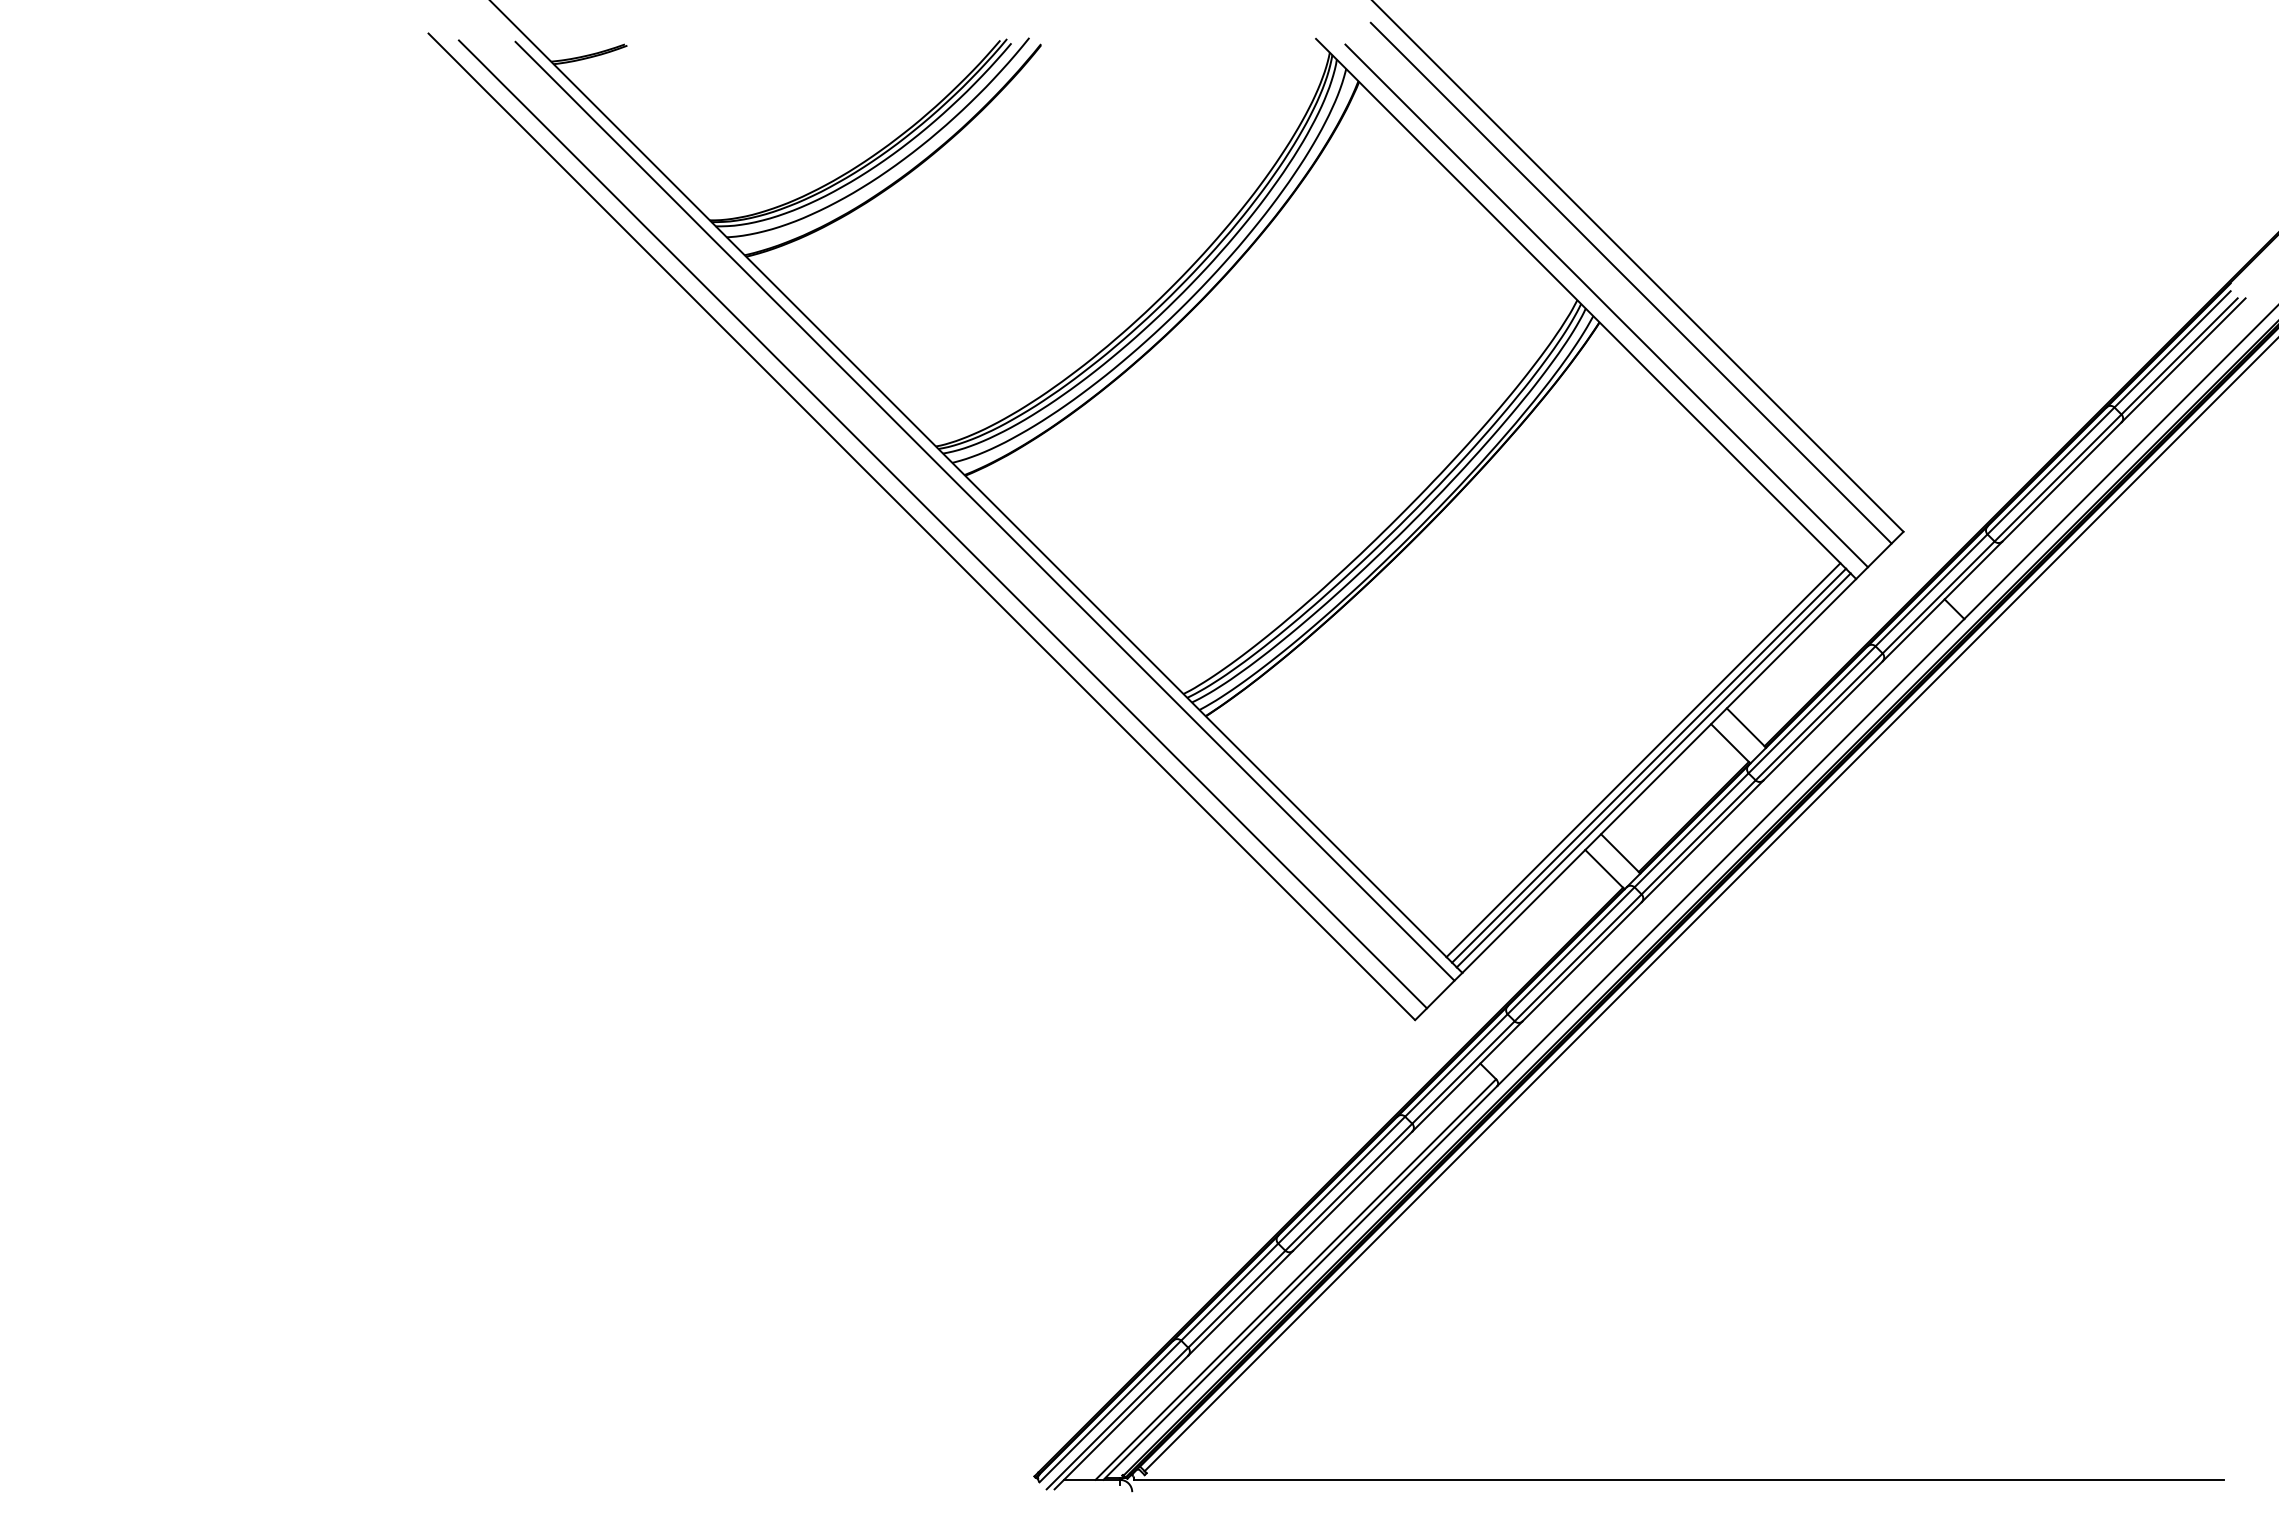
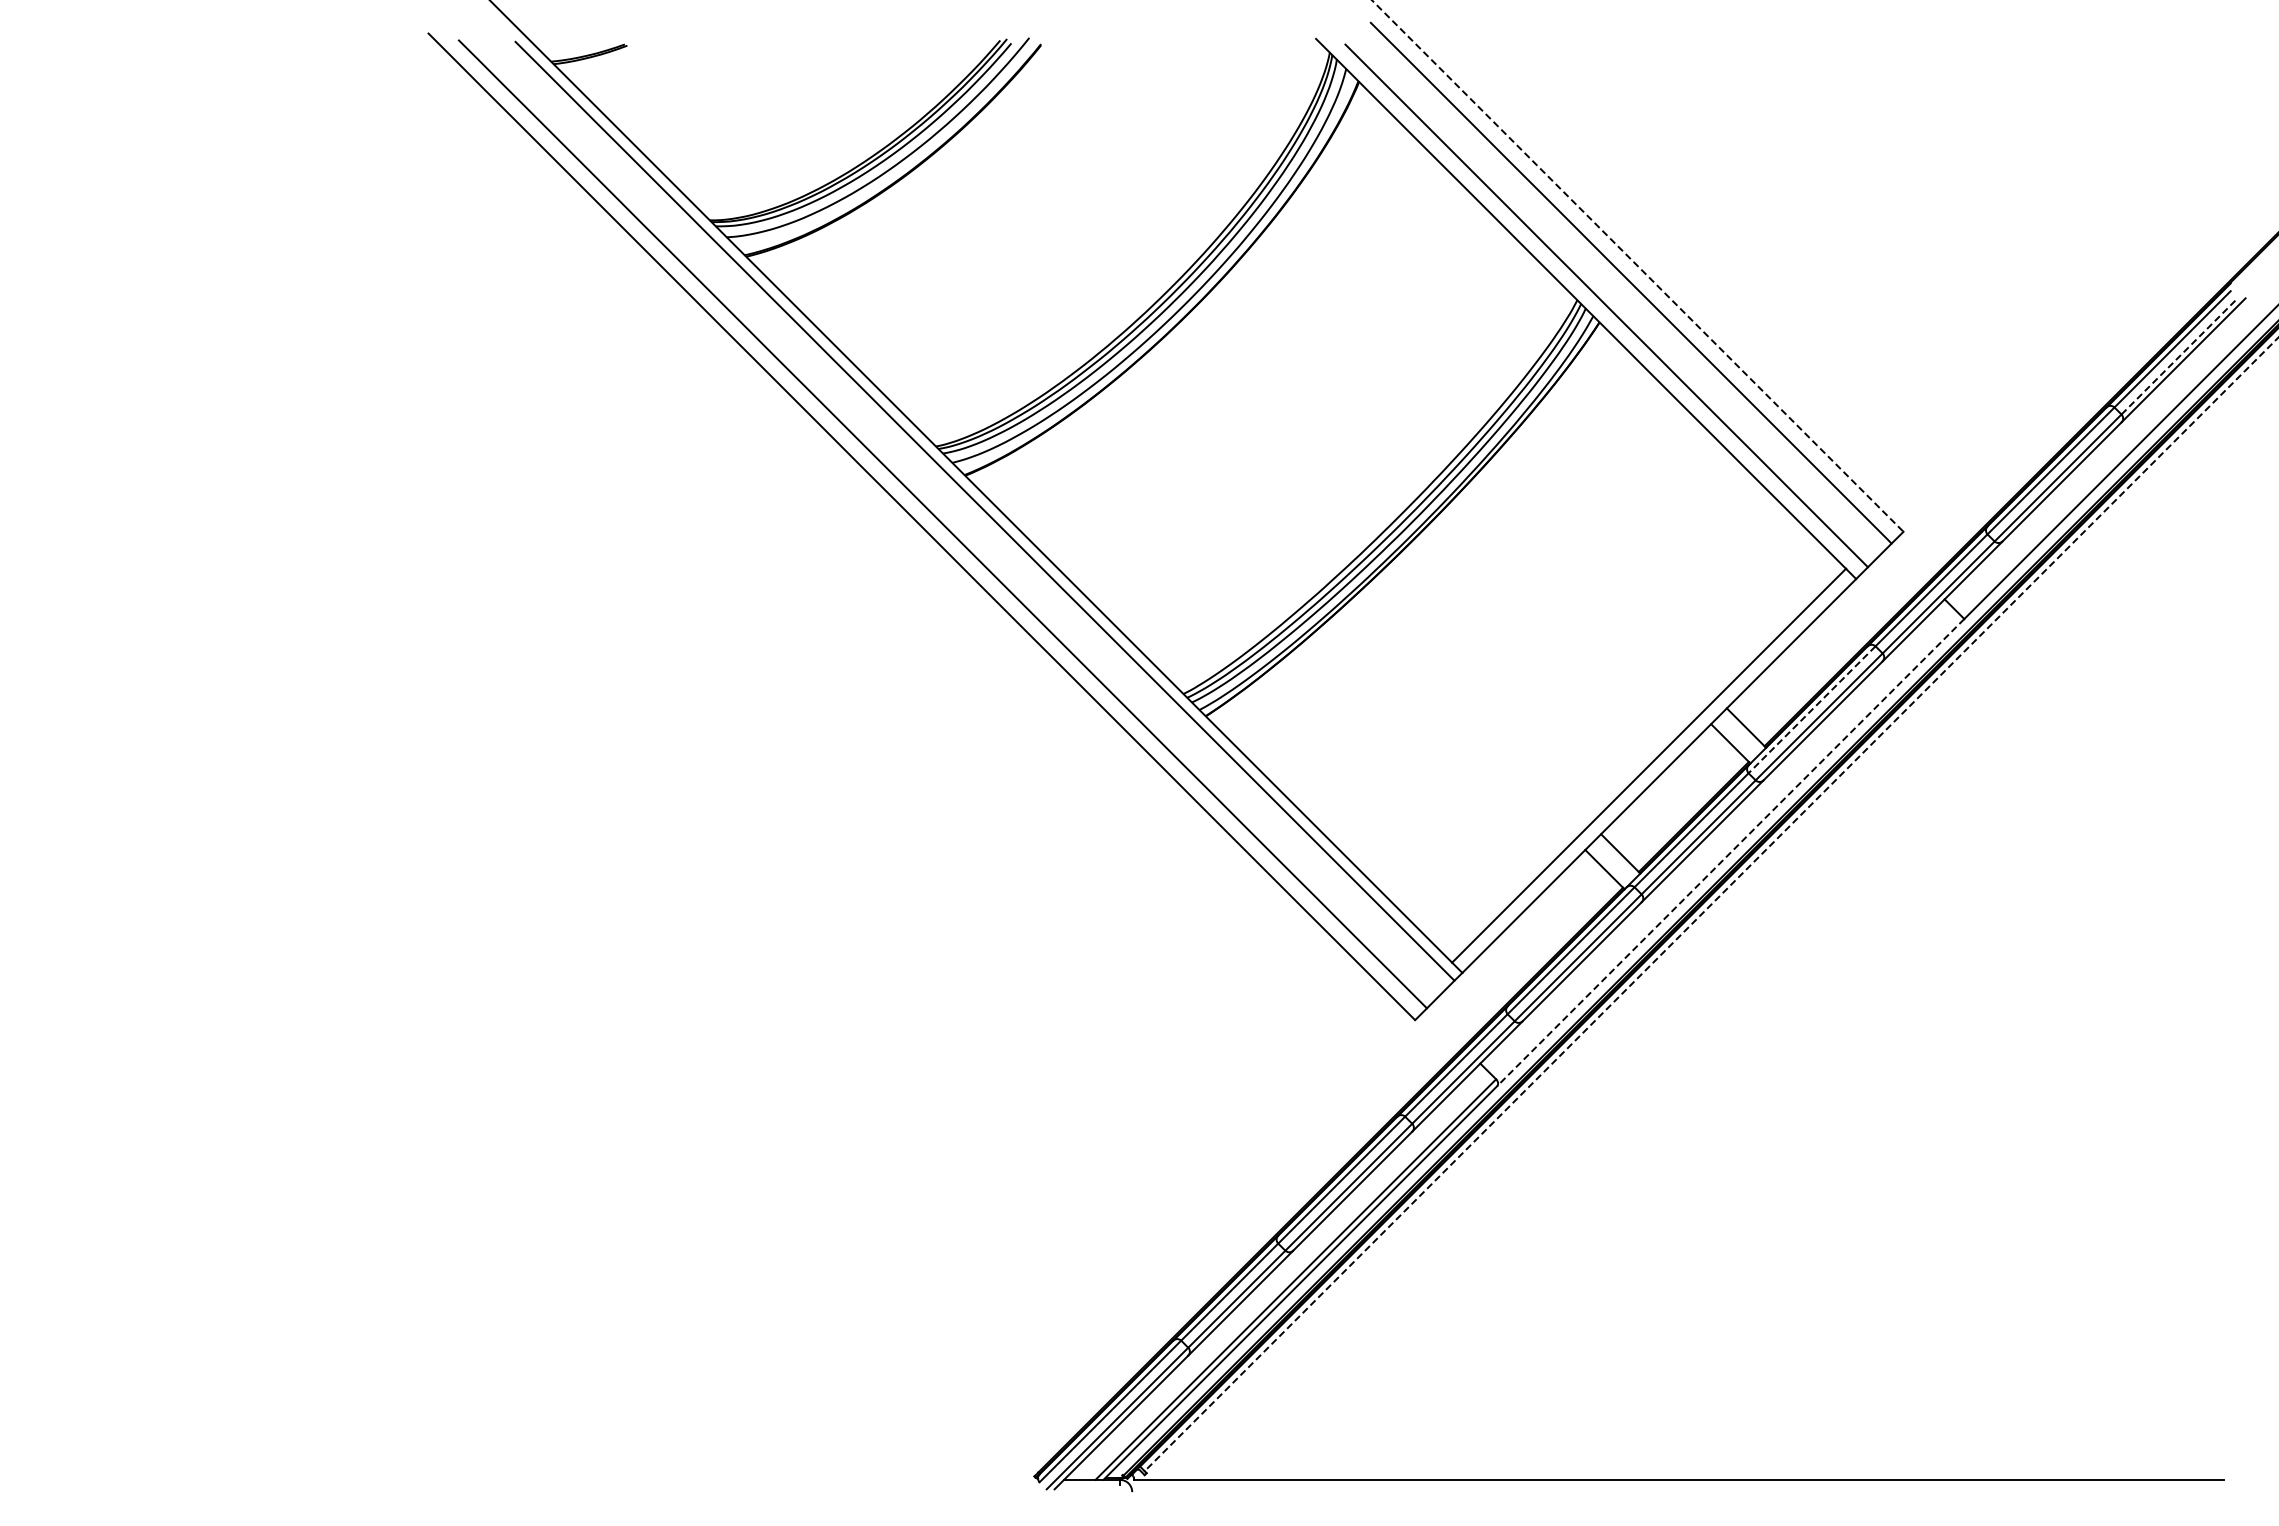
line at (1637, 265): solid -> dashed
line at (2179, 356): solid -> dashed
line at (1812, 709): solid -> dashed
line at (1643, 760): present -> none
line at (1653, 770): present -> none
line at (1730, 852): solid -> dashed
line at (1711, 904): solid -> dashed
